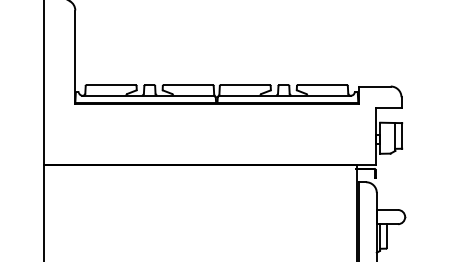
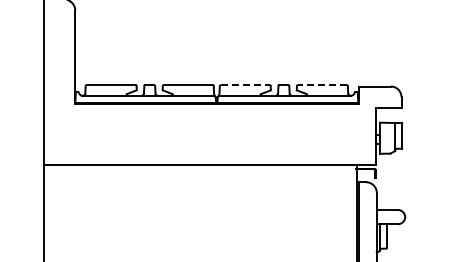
line at (245, 85): solid -> dashed
line at (322, 85): solid -> dashed
